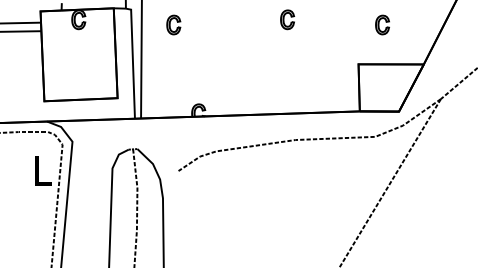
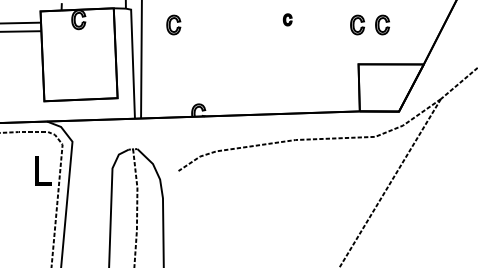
part at (287, 19) size: 16x22 px -> 11x14 px
part at (357, 24): none -> present
